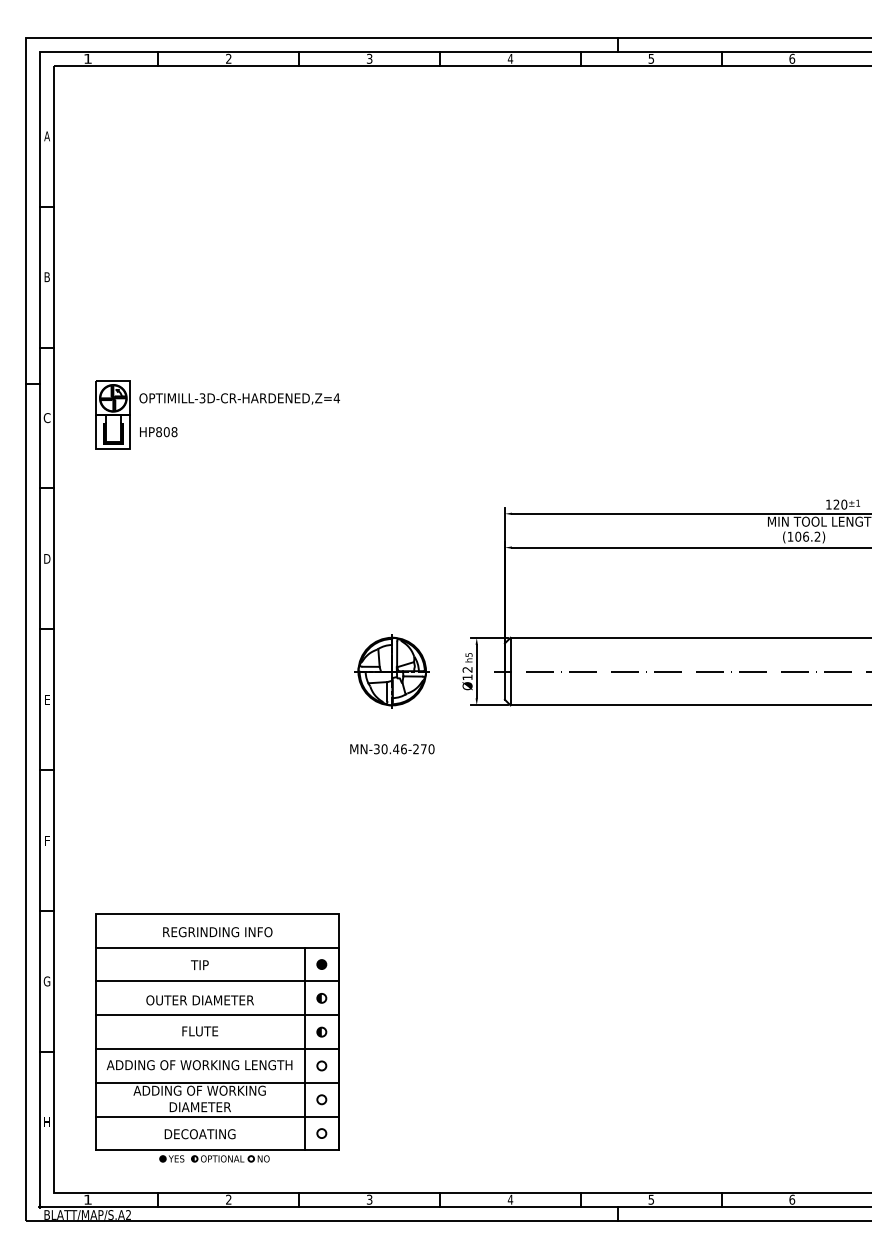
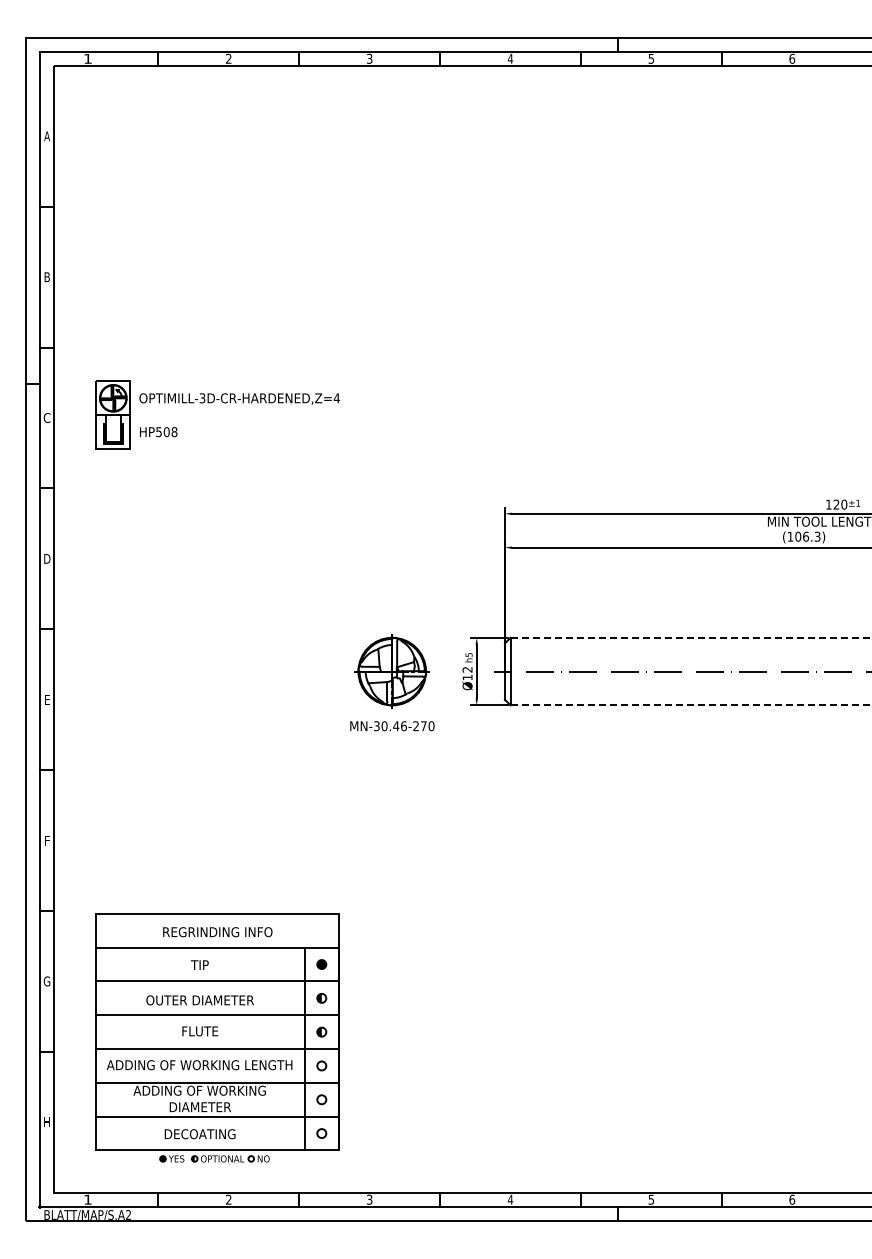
text at (158, 432): HP808 -> HP508
text at (817, 536): (106.2) -> (106.3)
line at (691, 637): solid -> dashed
line at (691, 705): solid -> dashed
text at (392, 749) position: (392, 749) -> (392, 726)
